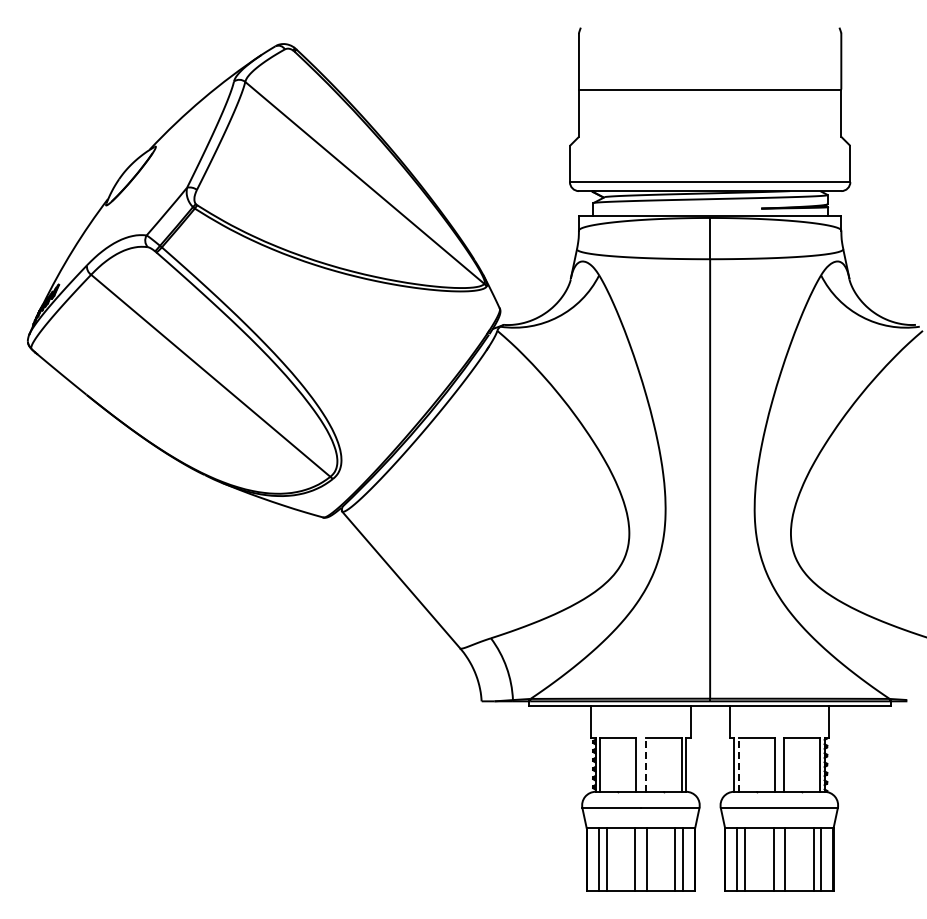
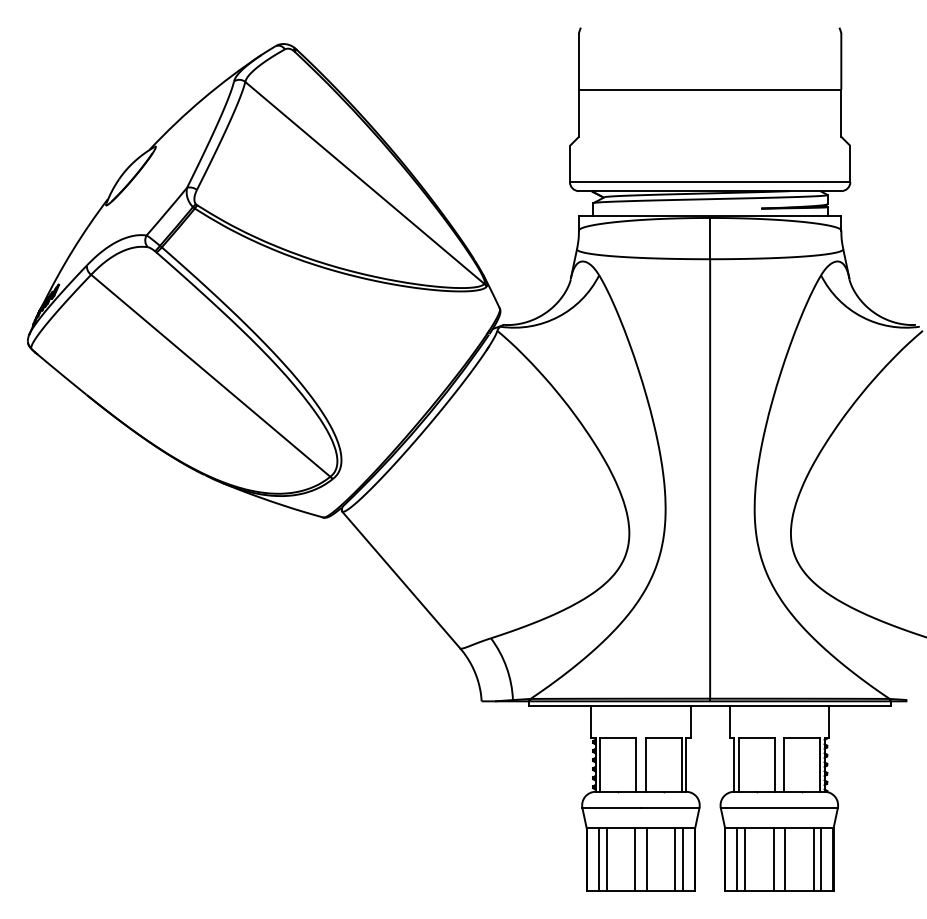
line at (645, 764): dashed -> solid
line at (738, 764): dashed -> solid
